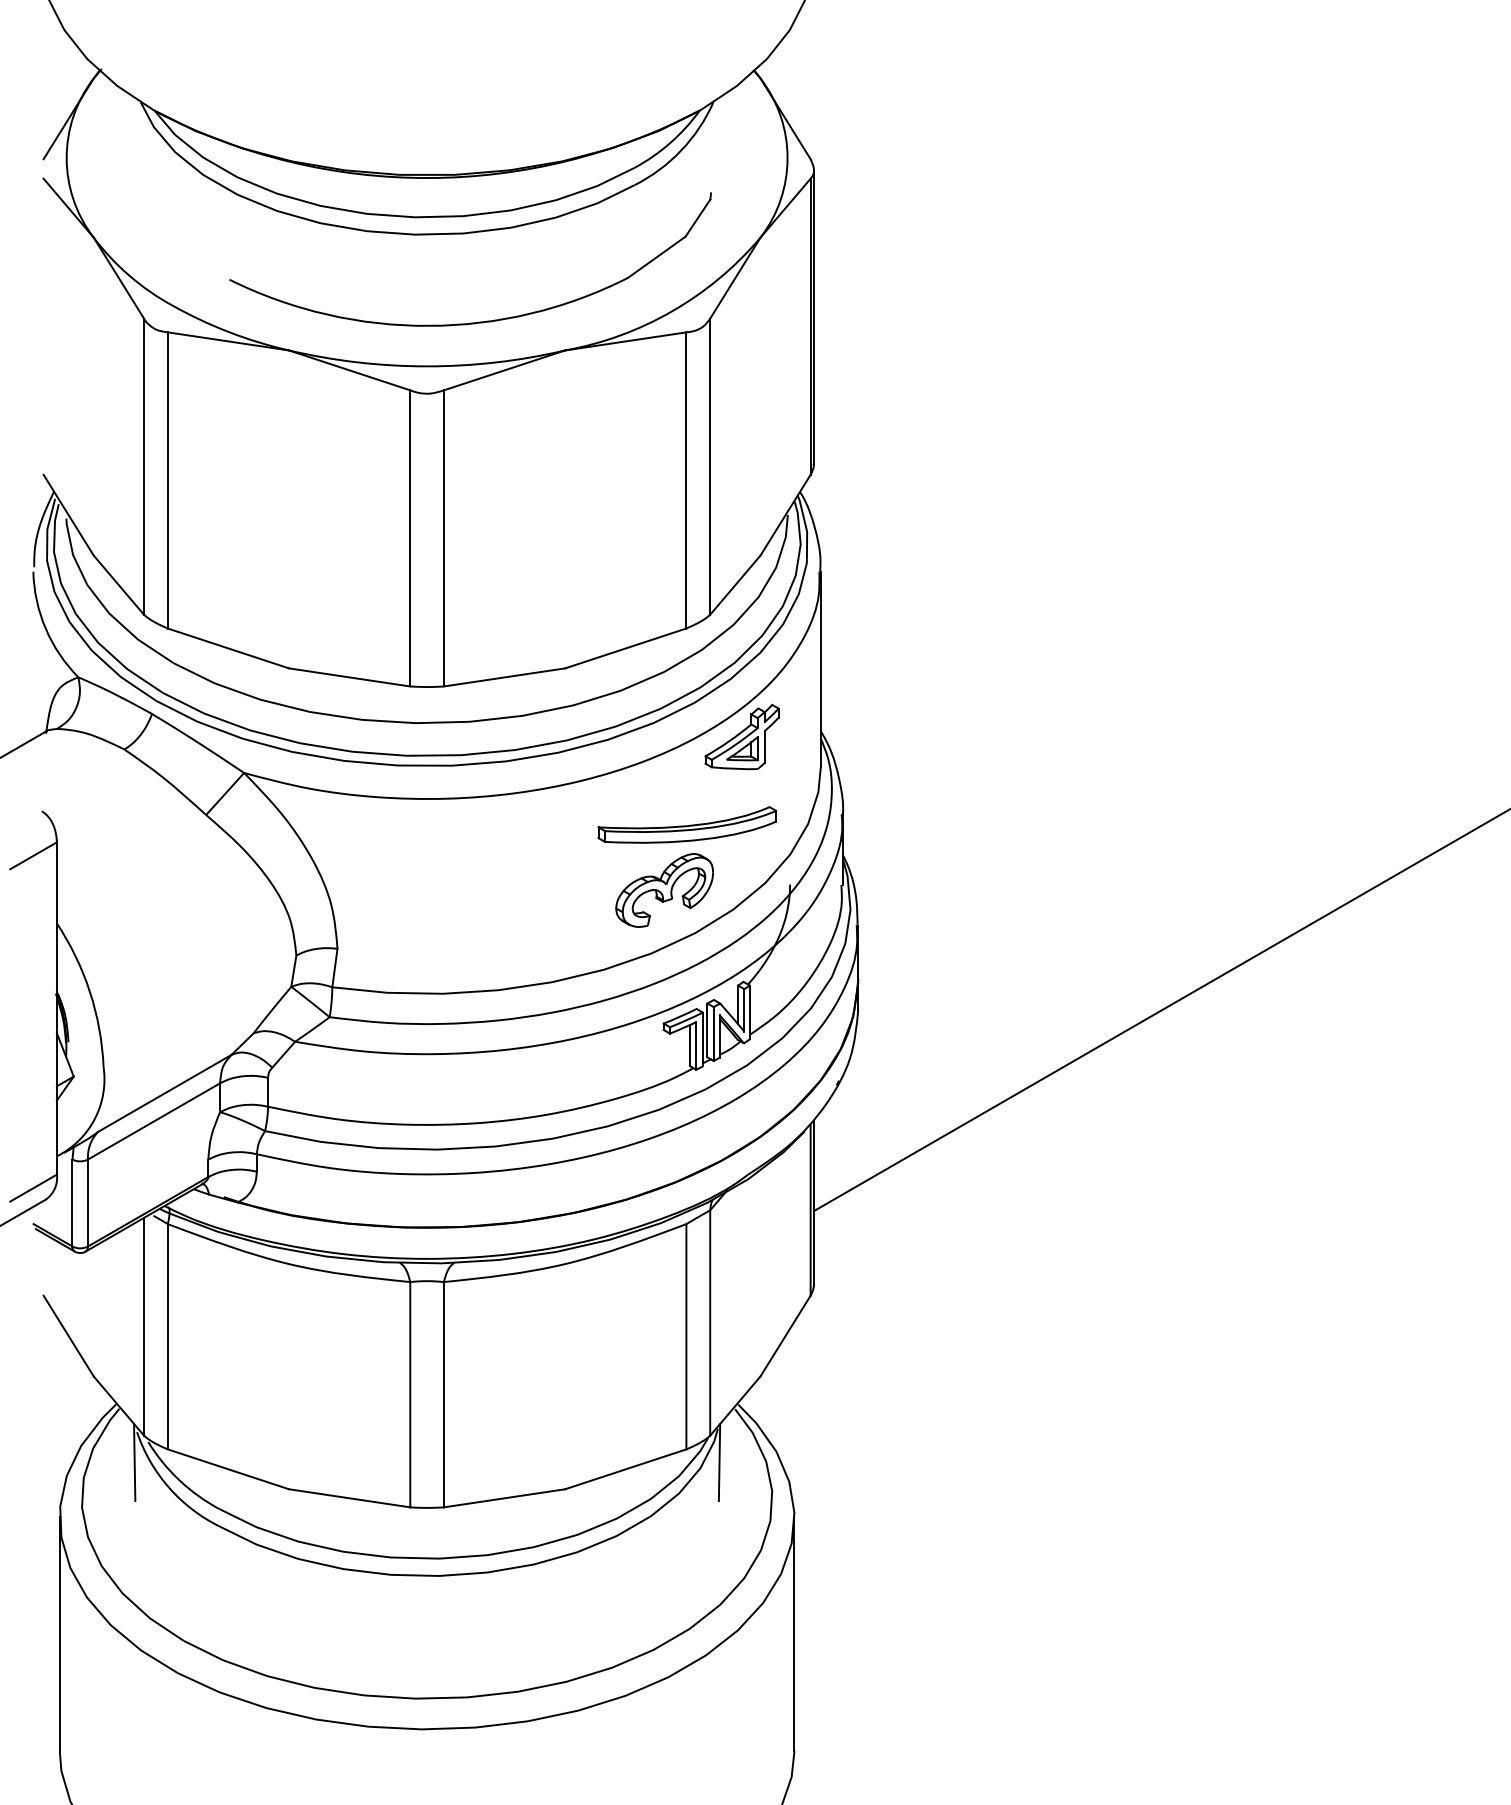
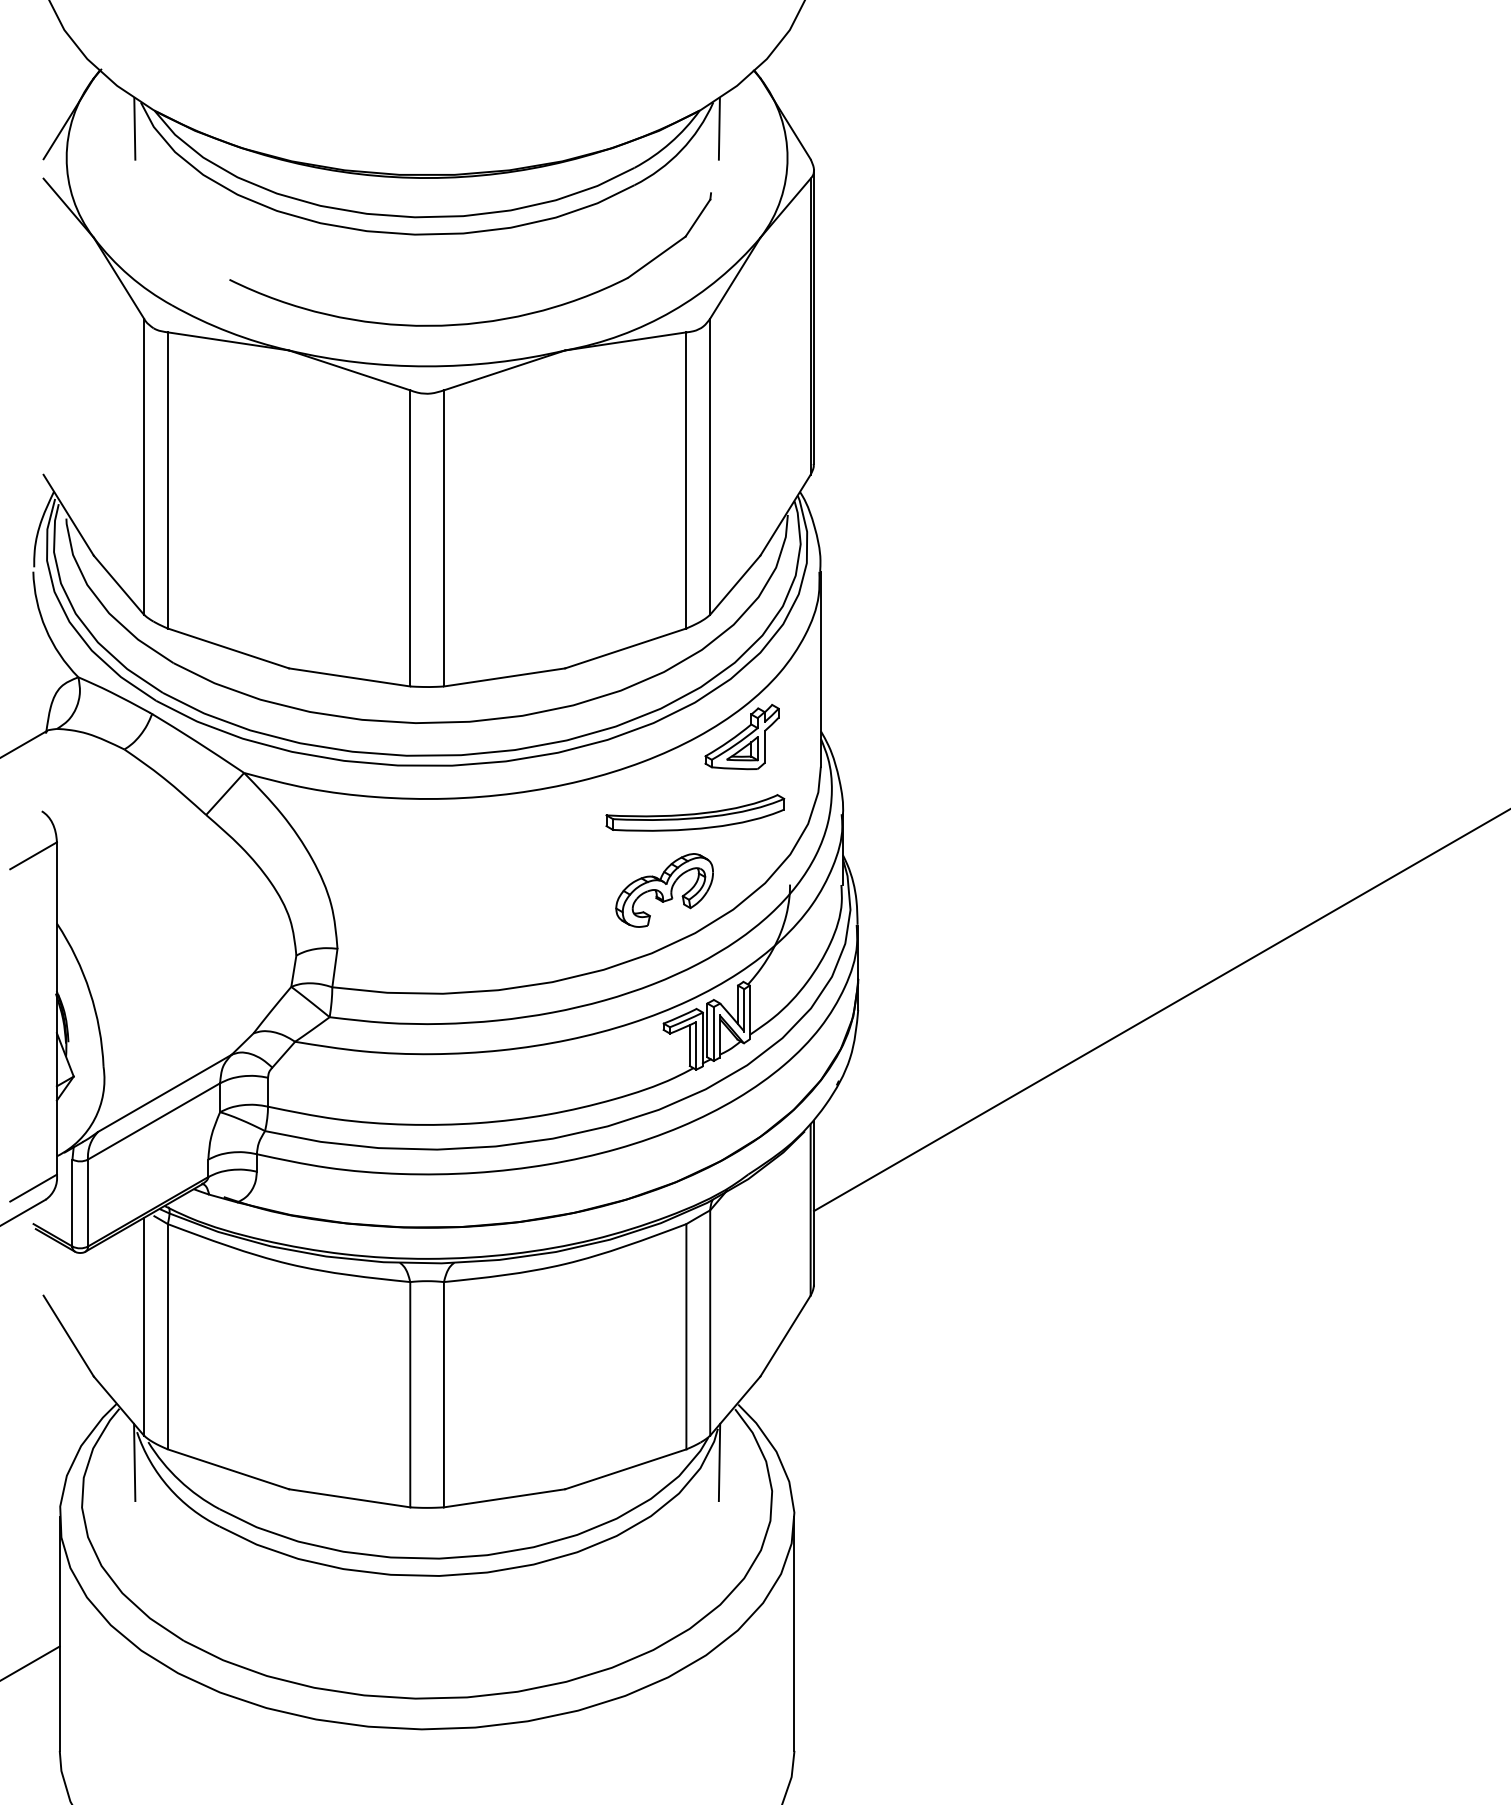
line at (134, 128): none -> present
line at (718, 128): none -> present
part at (687, 824) position: (687, 824) -> (695, 812)
line at (30, 1662): none -> present
